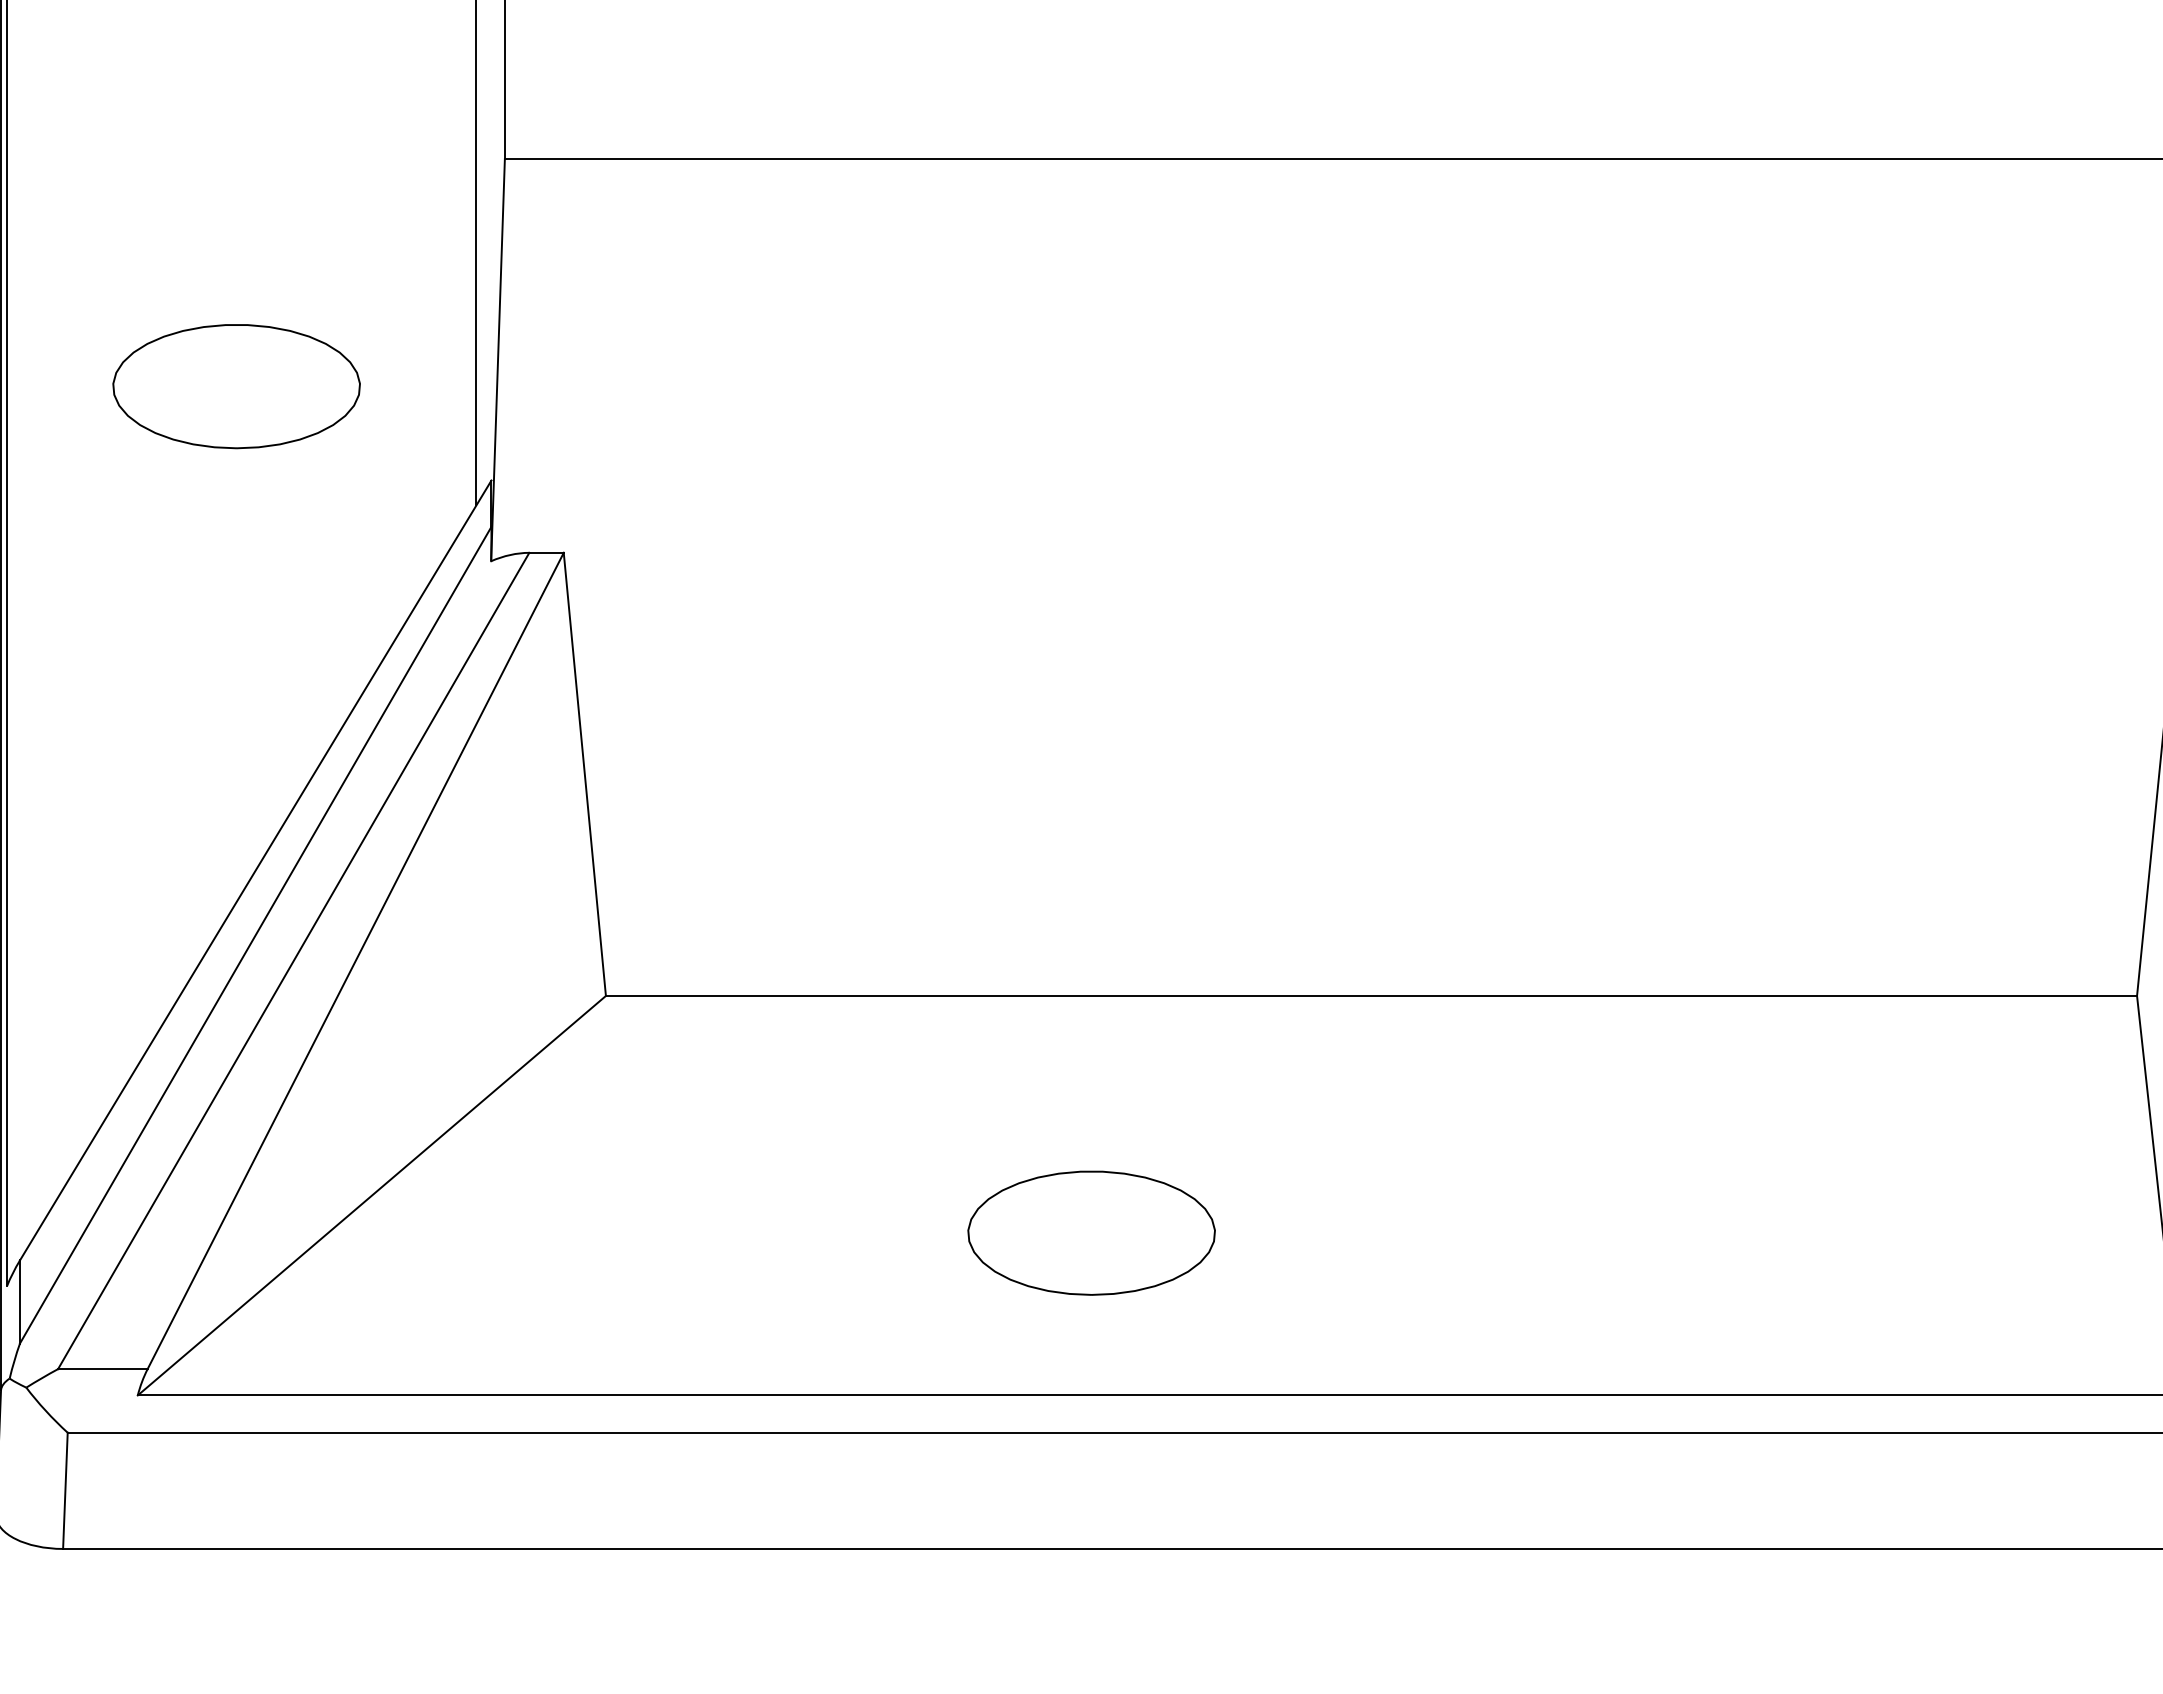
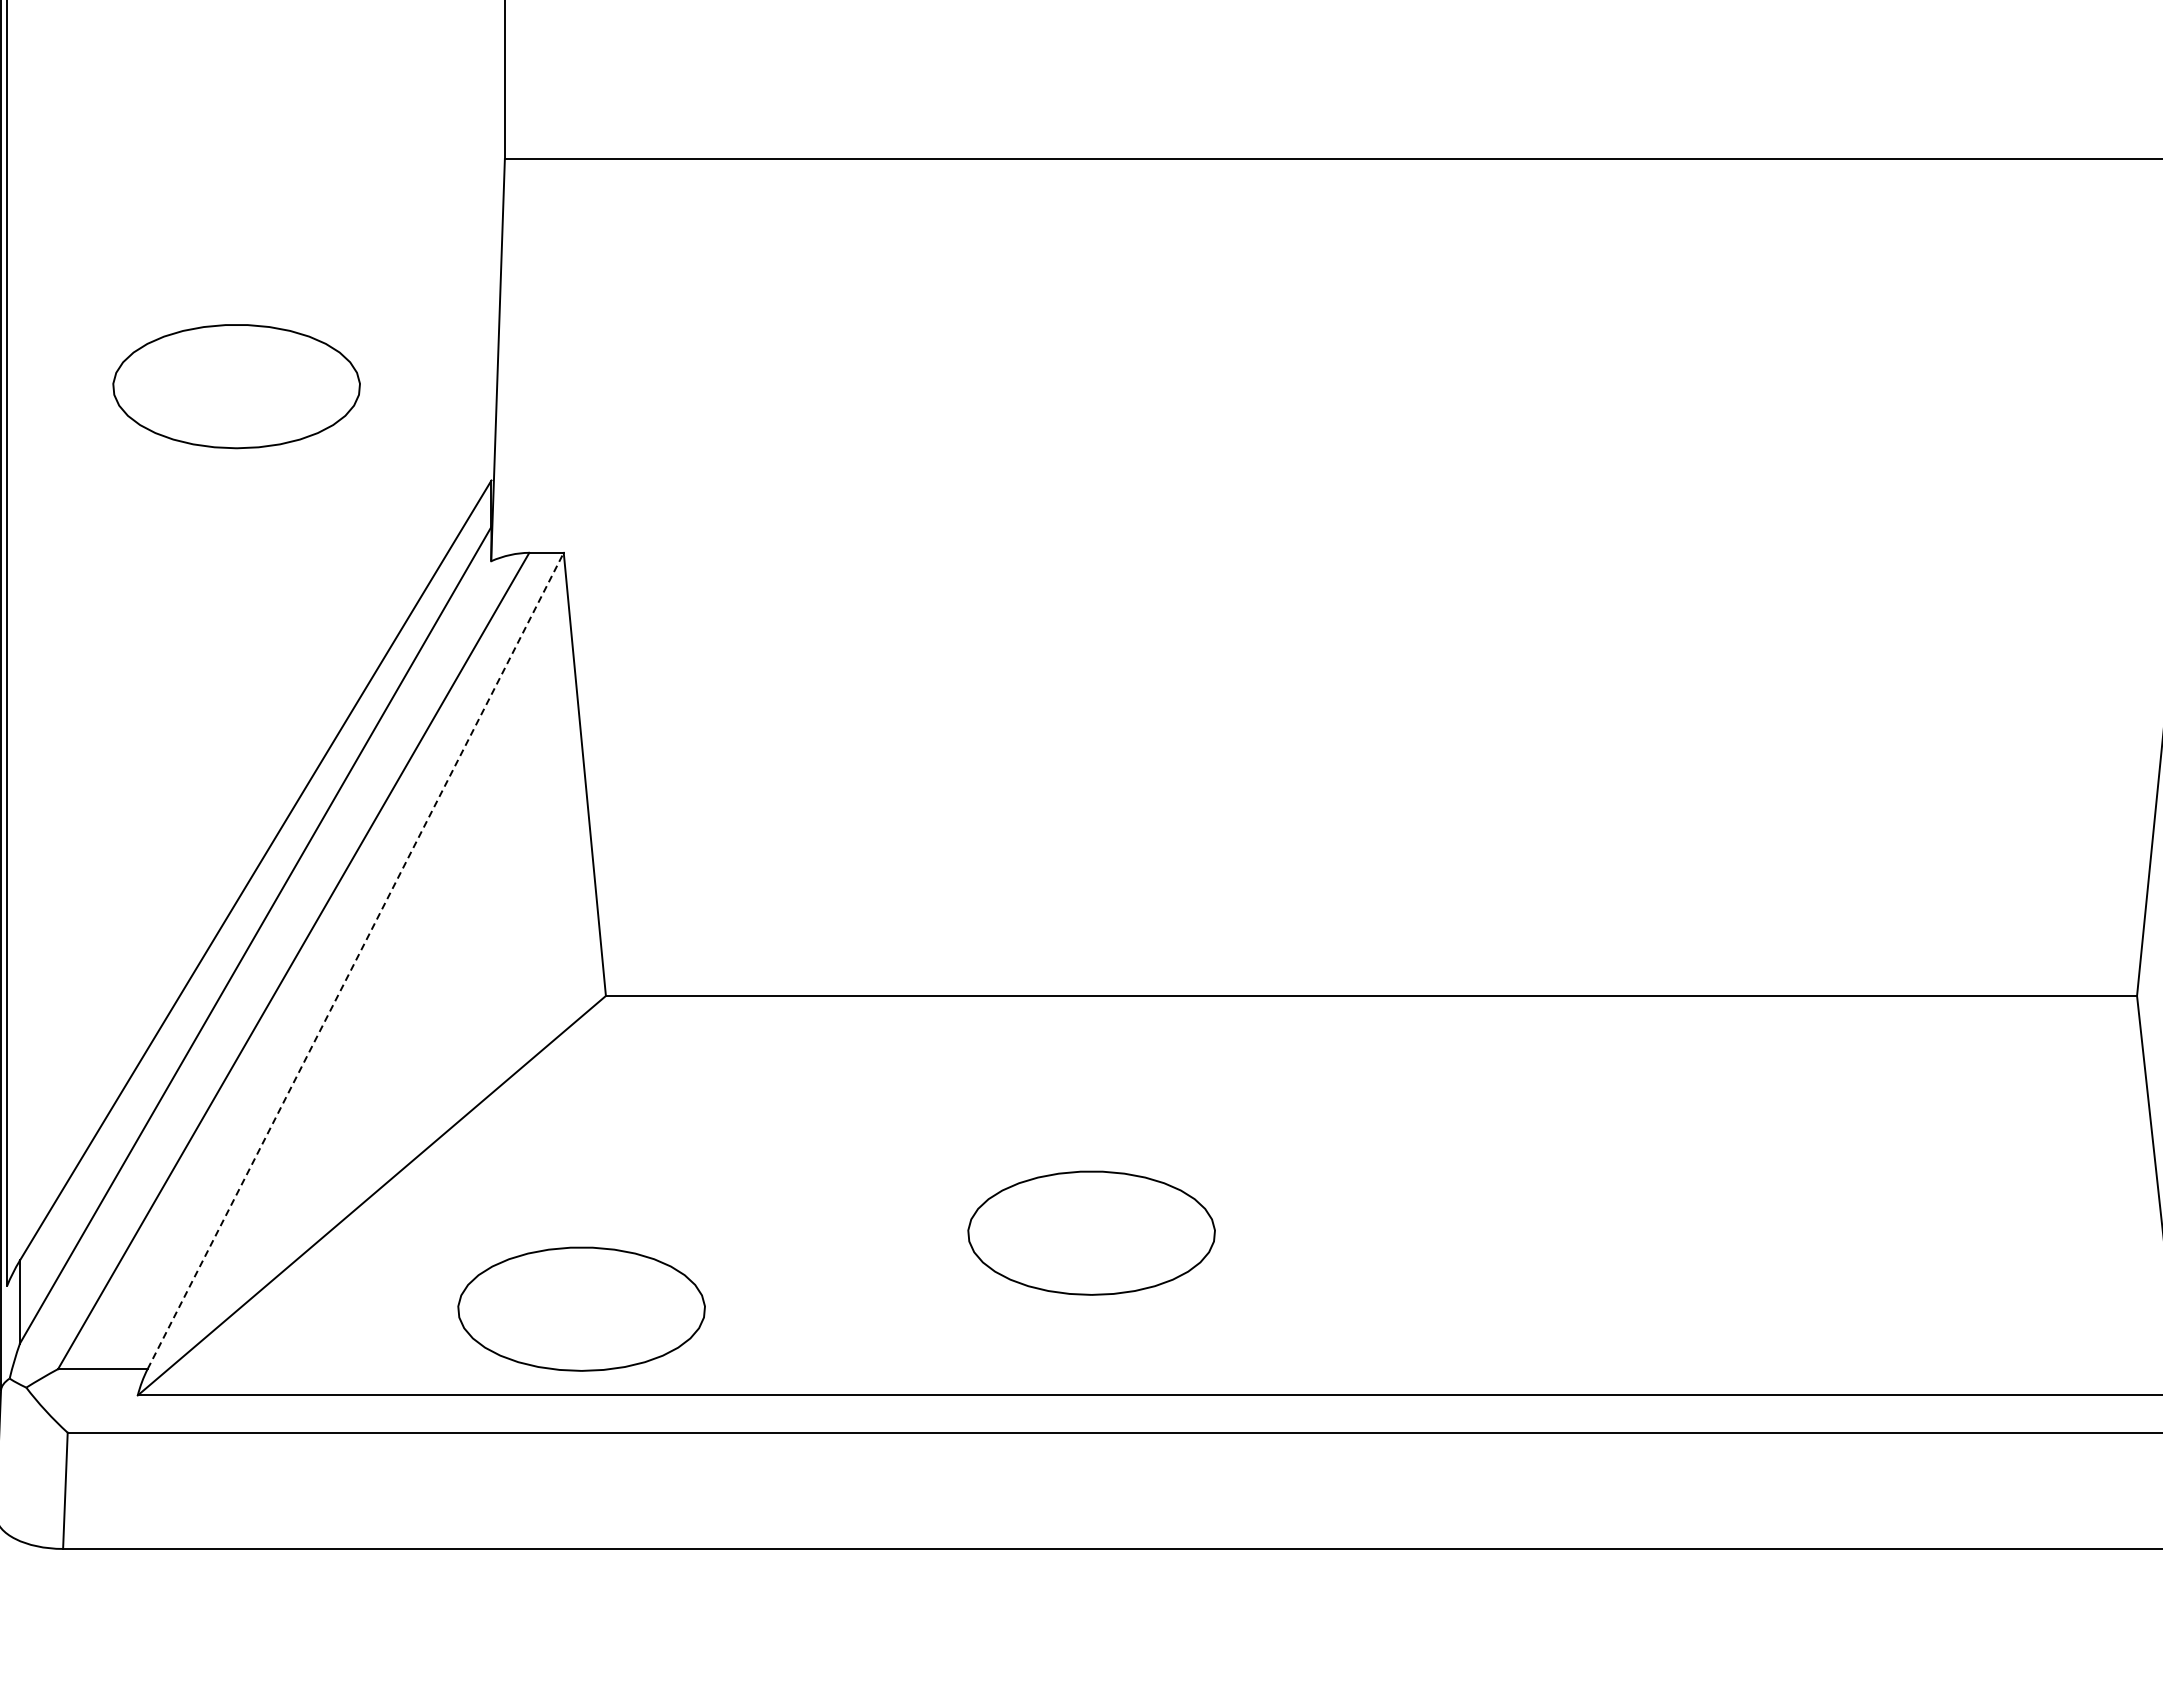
line at (476, 253): present -> none
line at (355, 960): solid -> dashed
part at (581, 1308): none -> present
